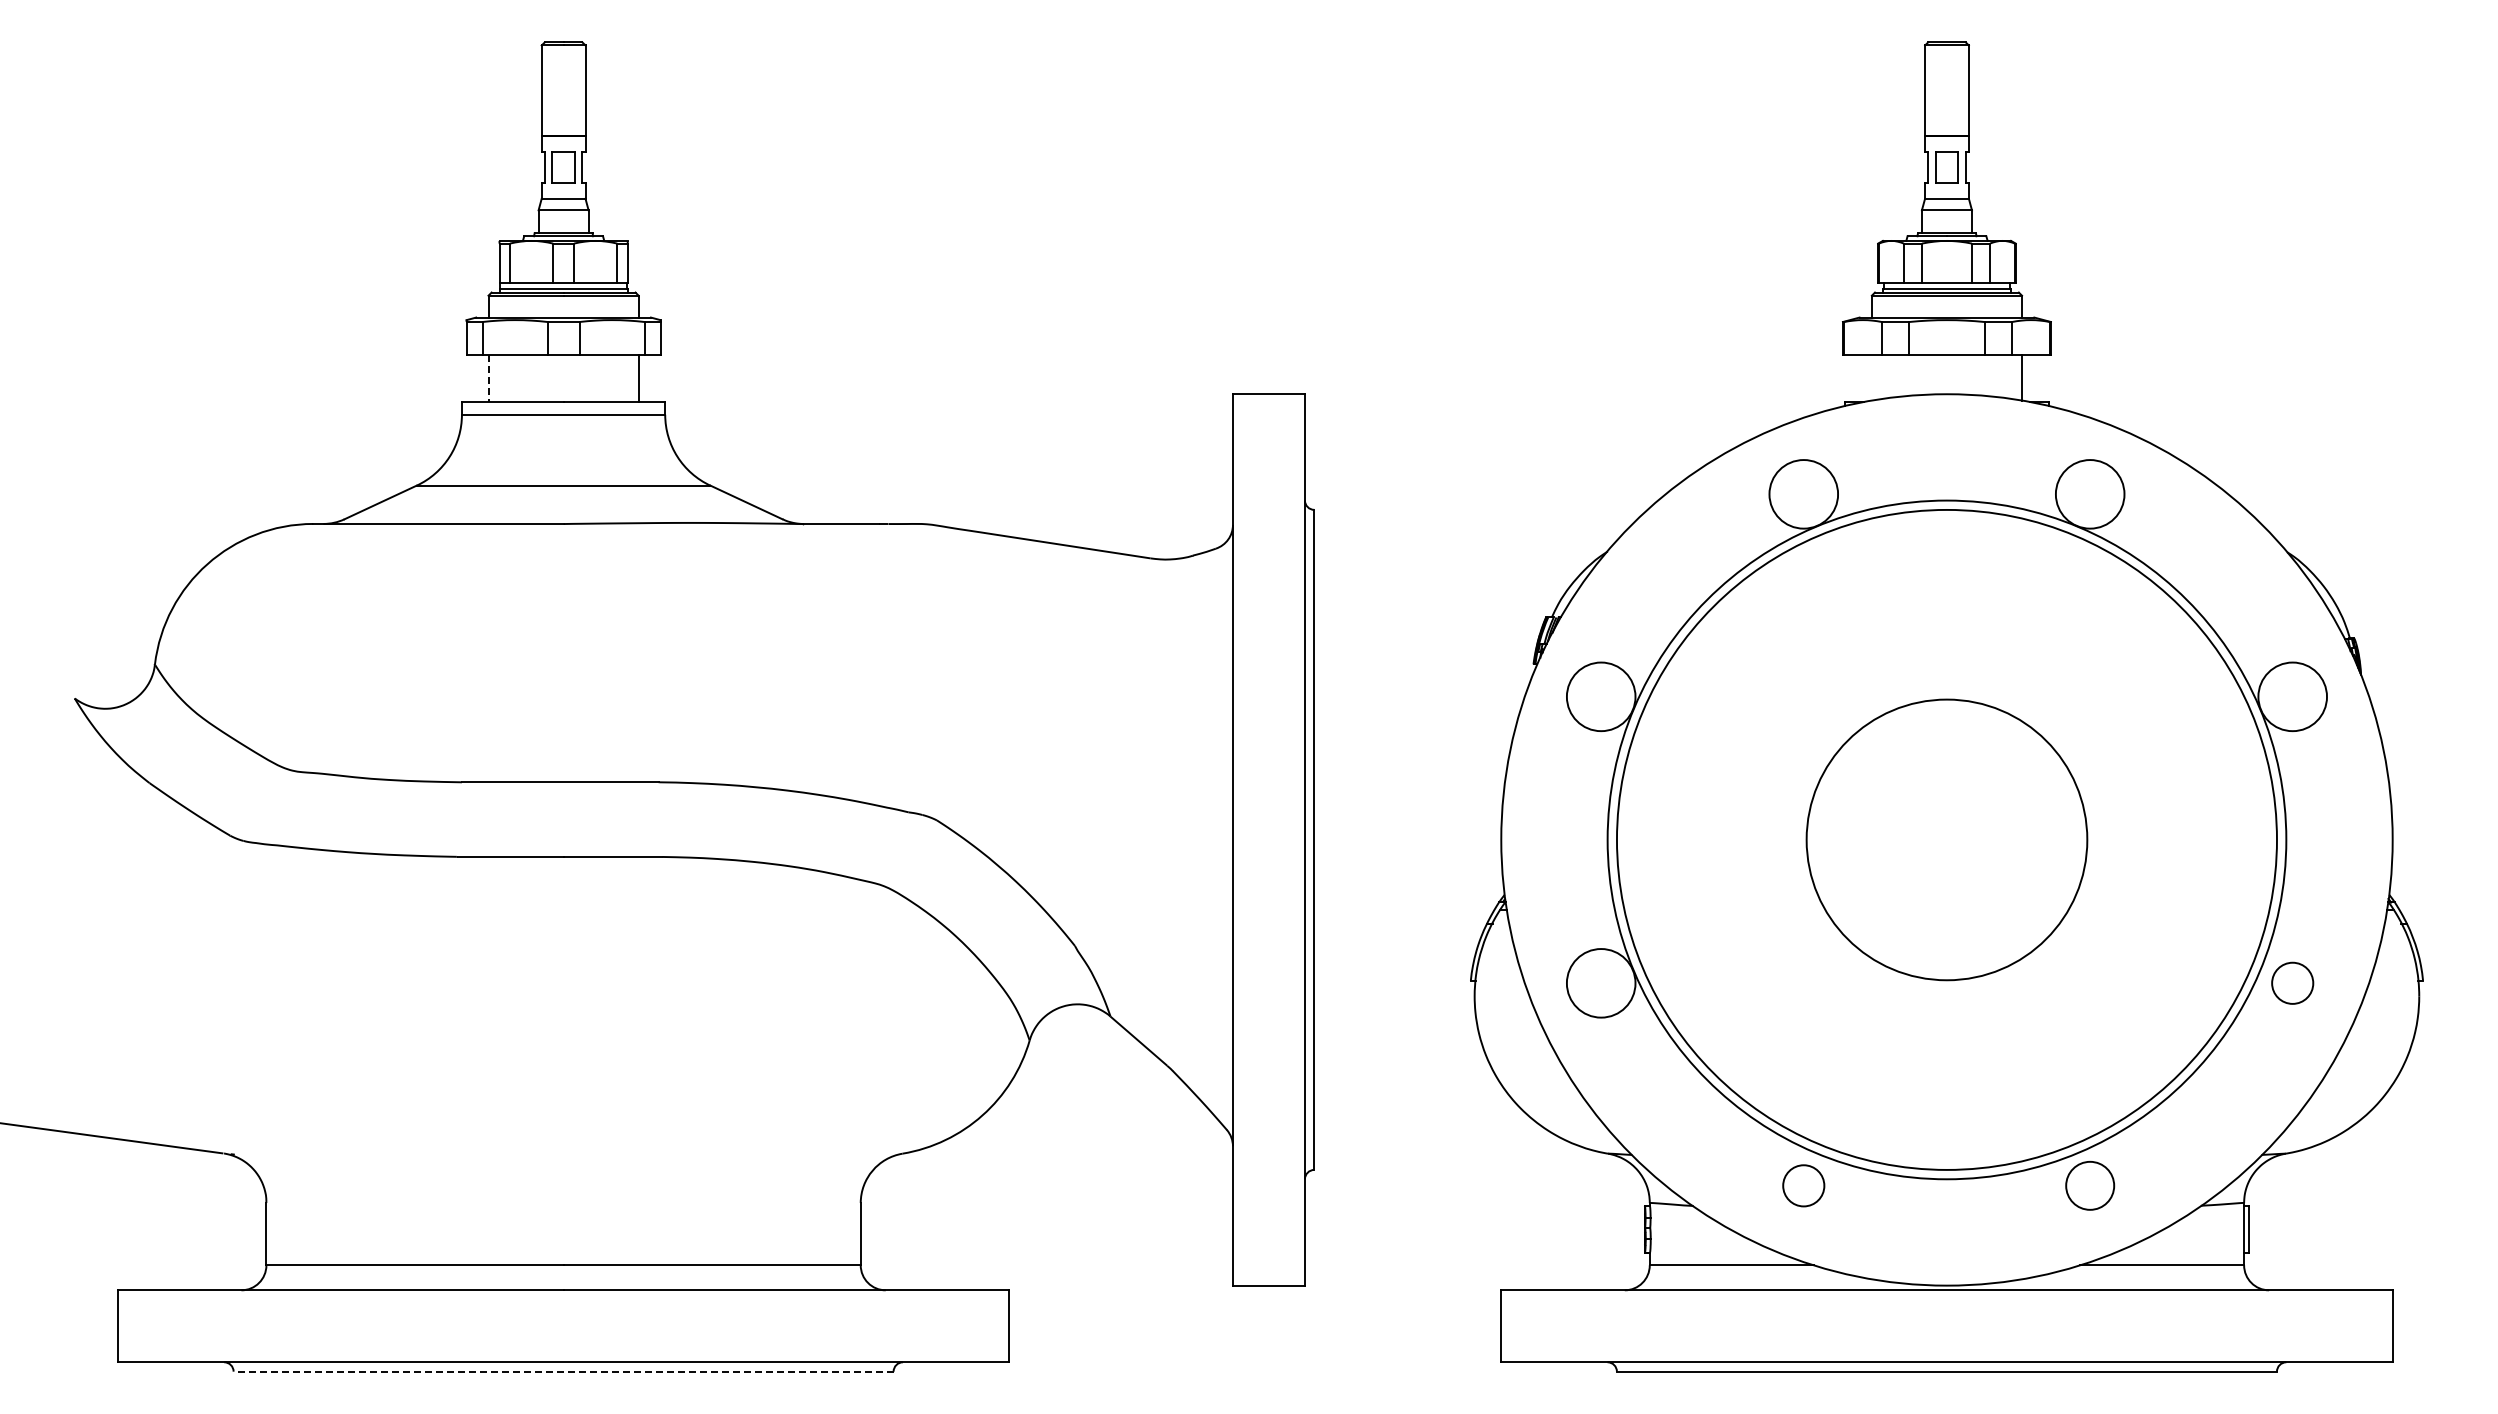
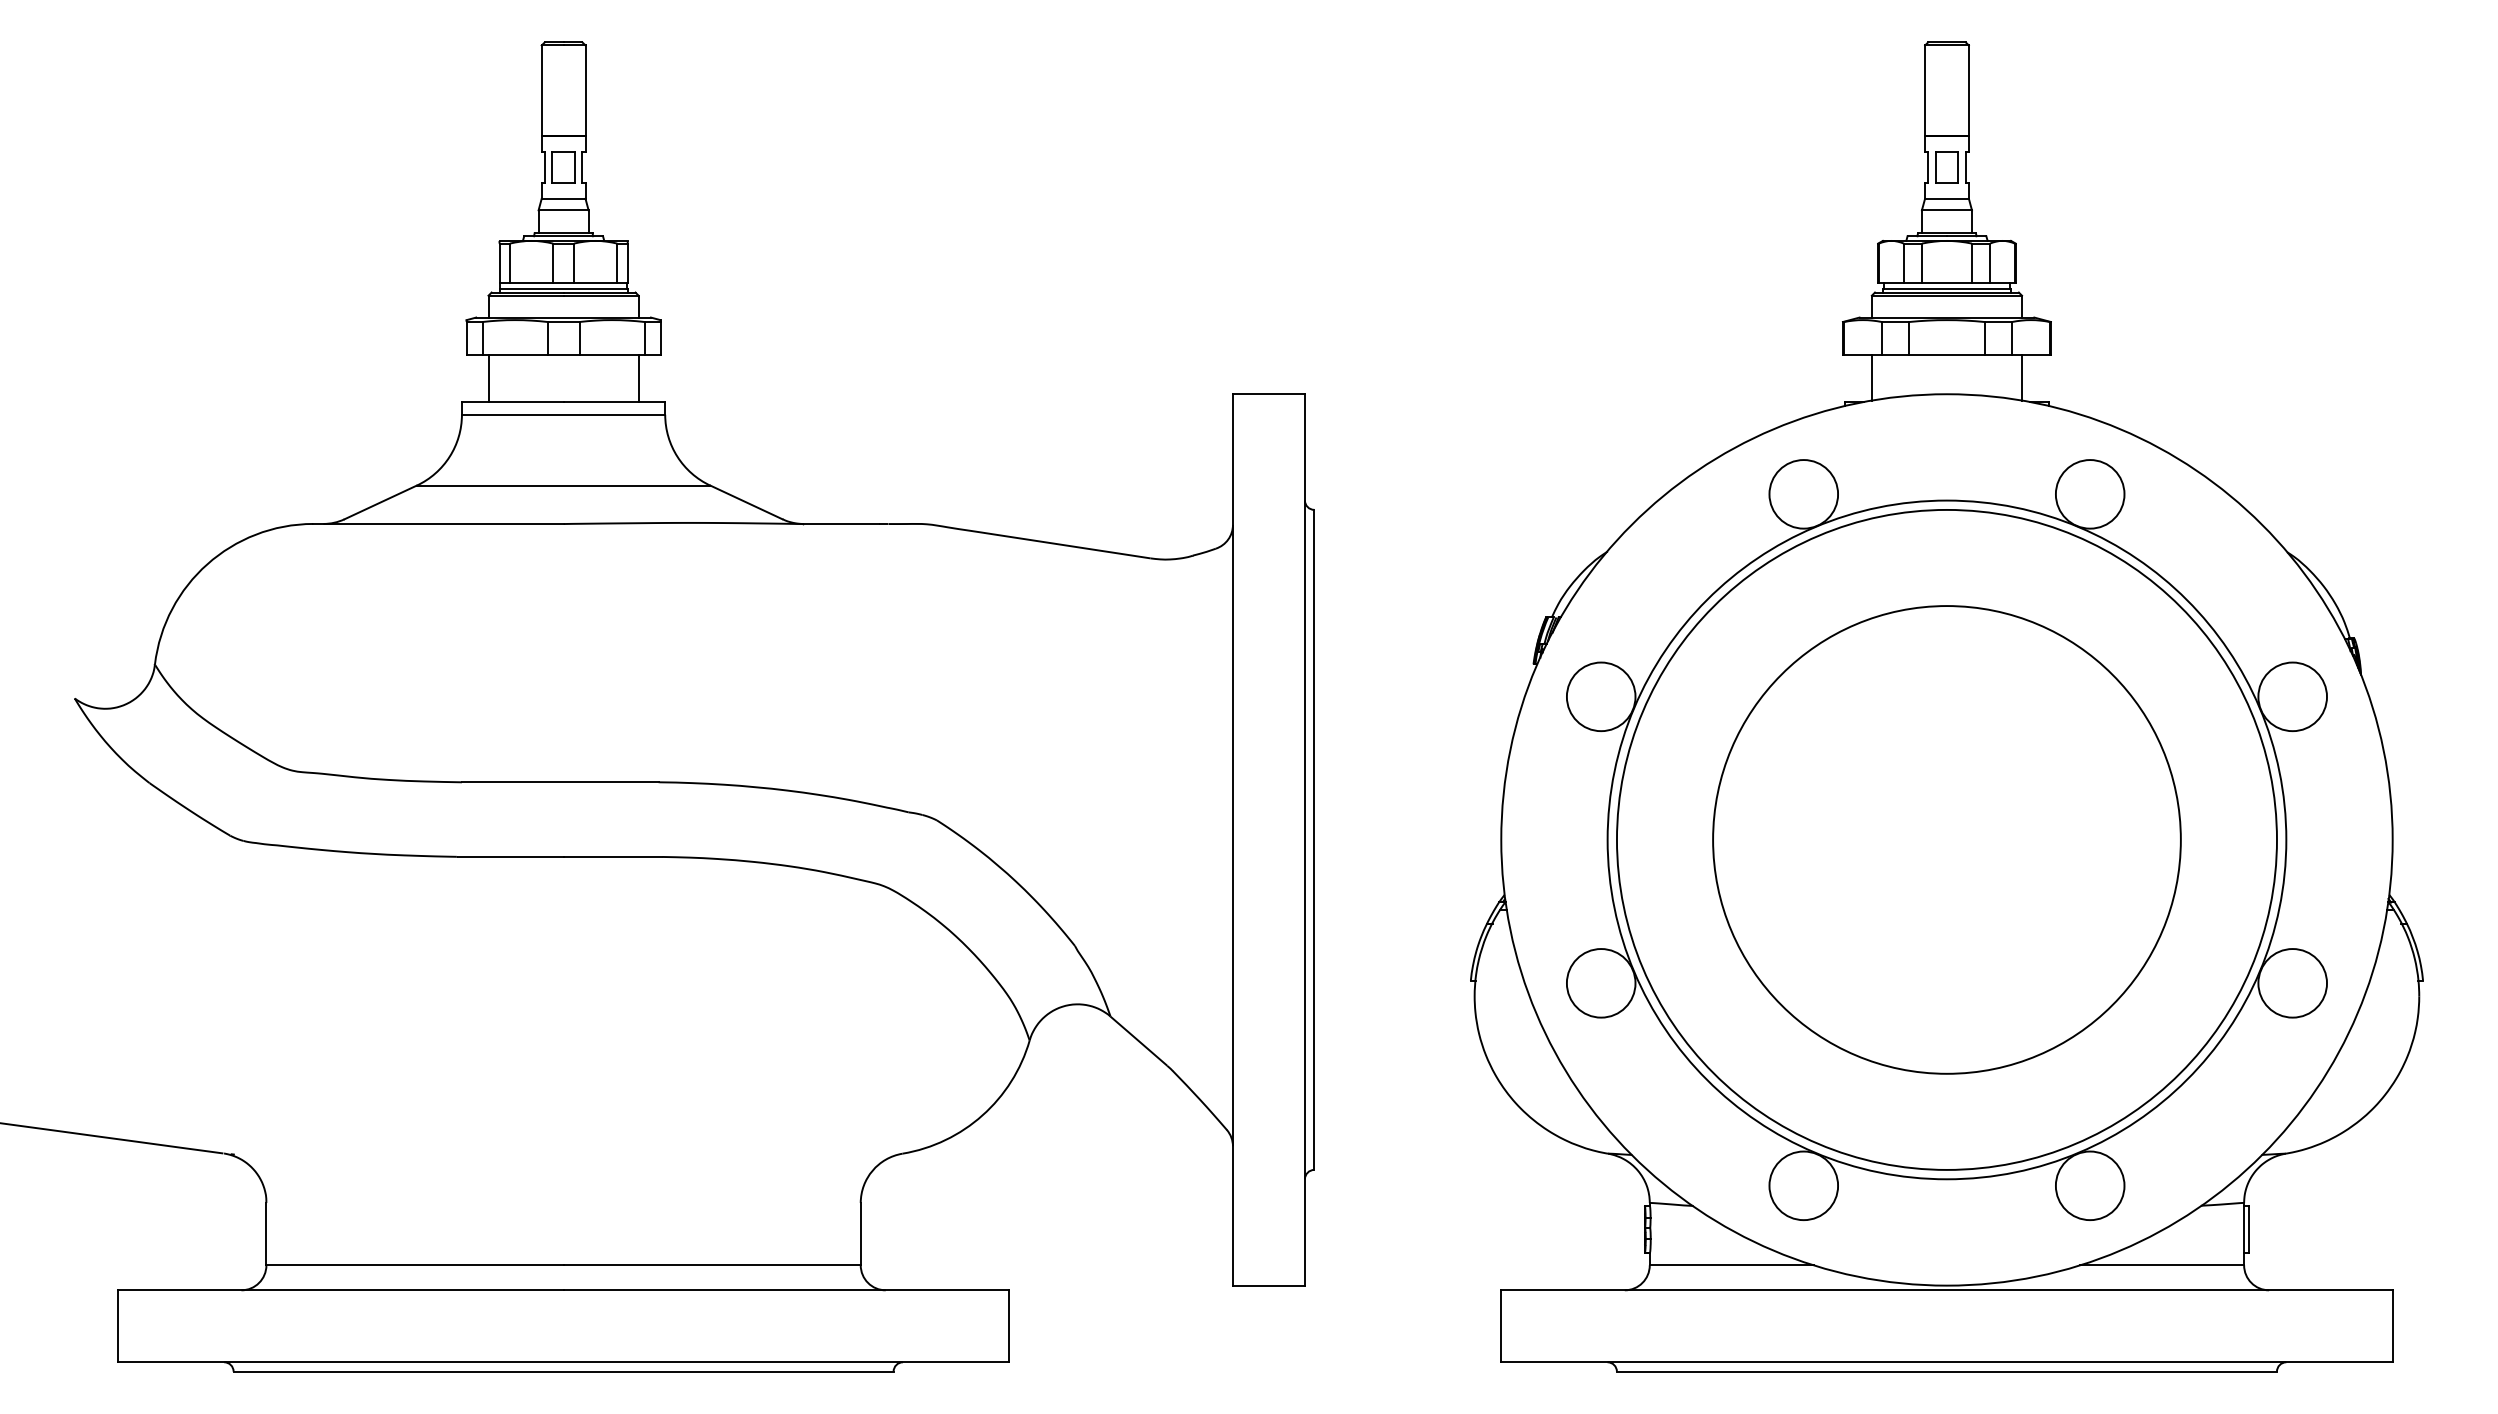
line at (1871, 377): none -> present
line at (488, 379): dashed -> solid
circle at (1946, 839) diameter: 281 px -> 468 px
circle at (2292, 982) diameter: 41 px -> 69 px
circle at (1803, 1185) diameter: 41 px -> 69 px
circle at (2090, 1185) diameter: 48 px -> 69 px
line at (563, 1371): dashed -> solid
